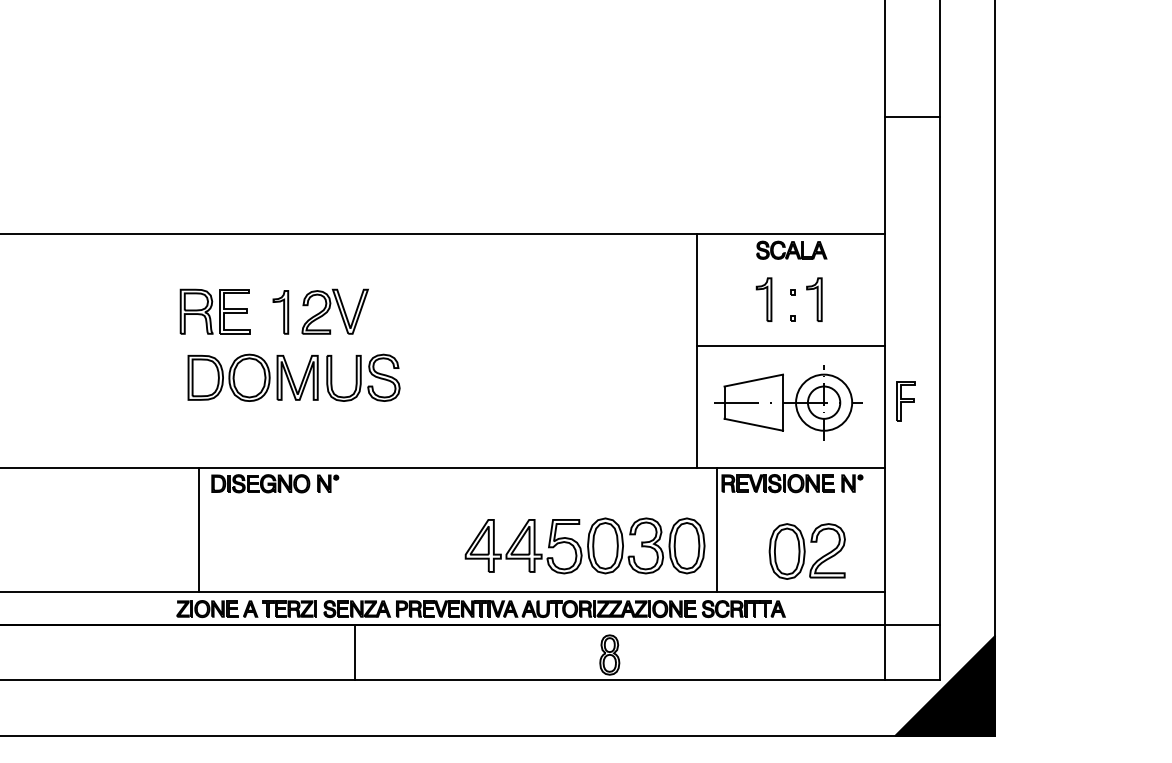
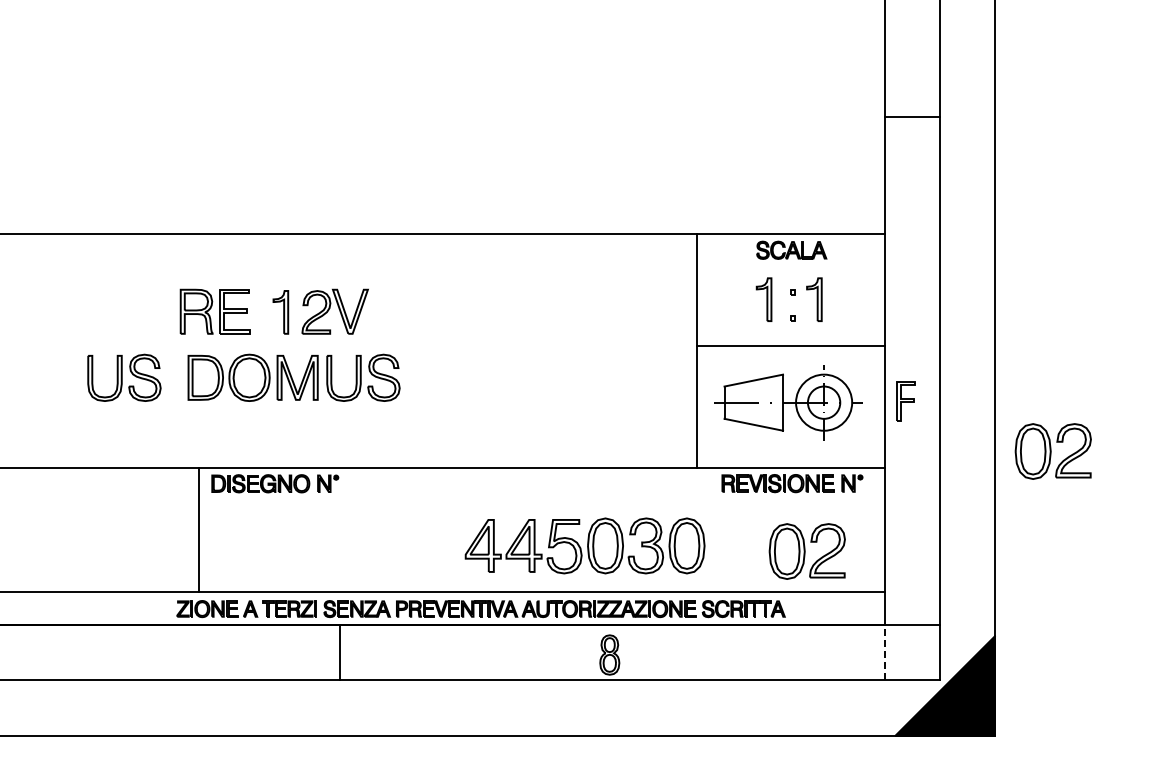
part at (124, 377): none -> present
part at (1052, 451): none -> present
line at (717, 529): present -> none
line at (354, 652) position: (354, 652) -> (339, 652)
line at (884, 652): solid -> dashed
